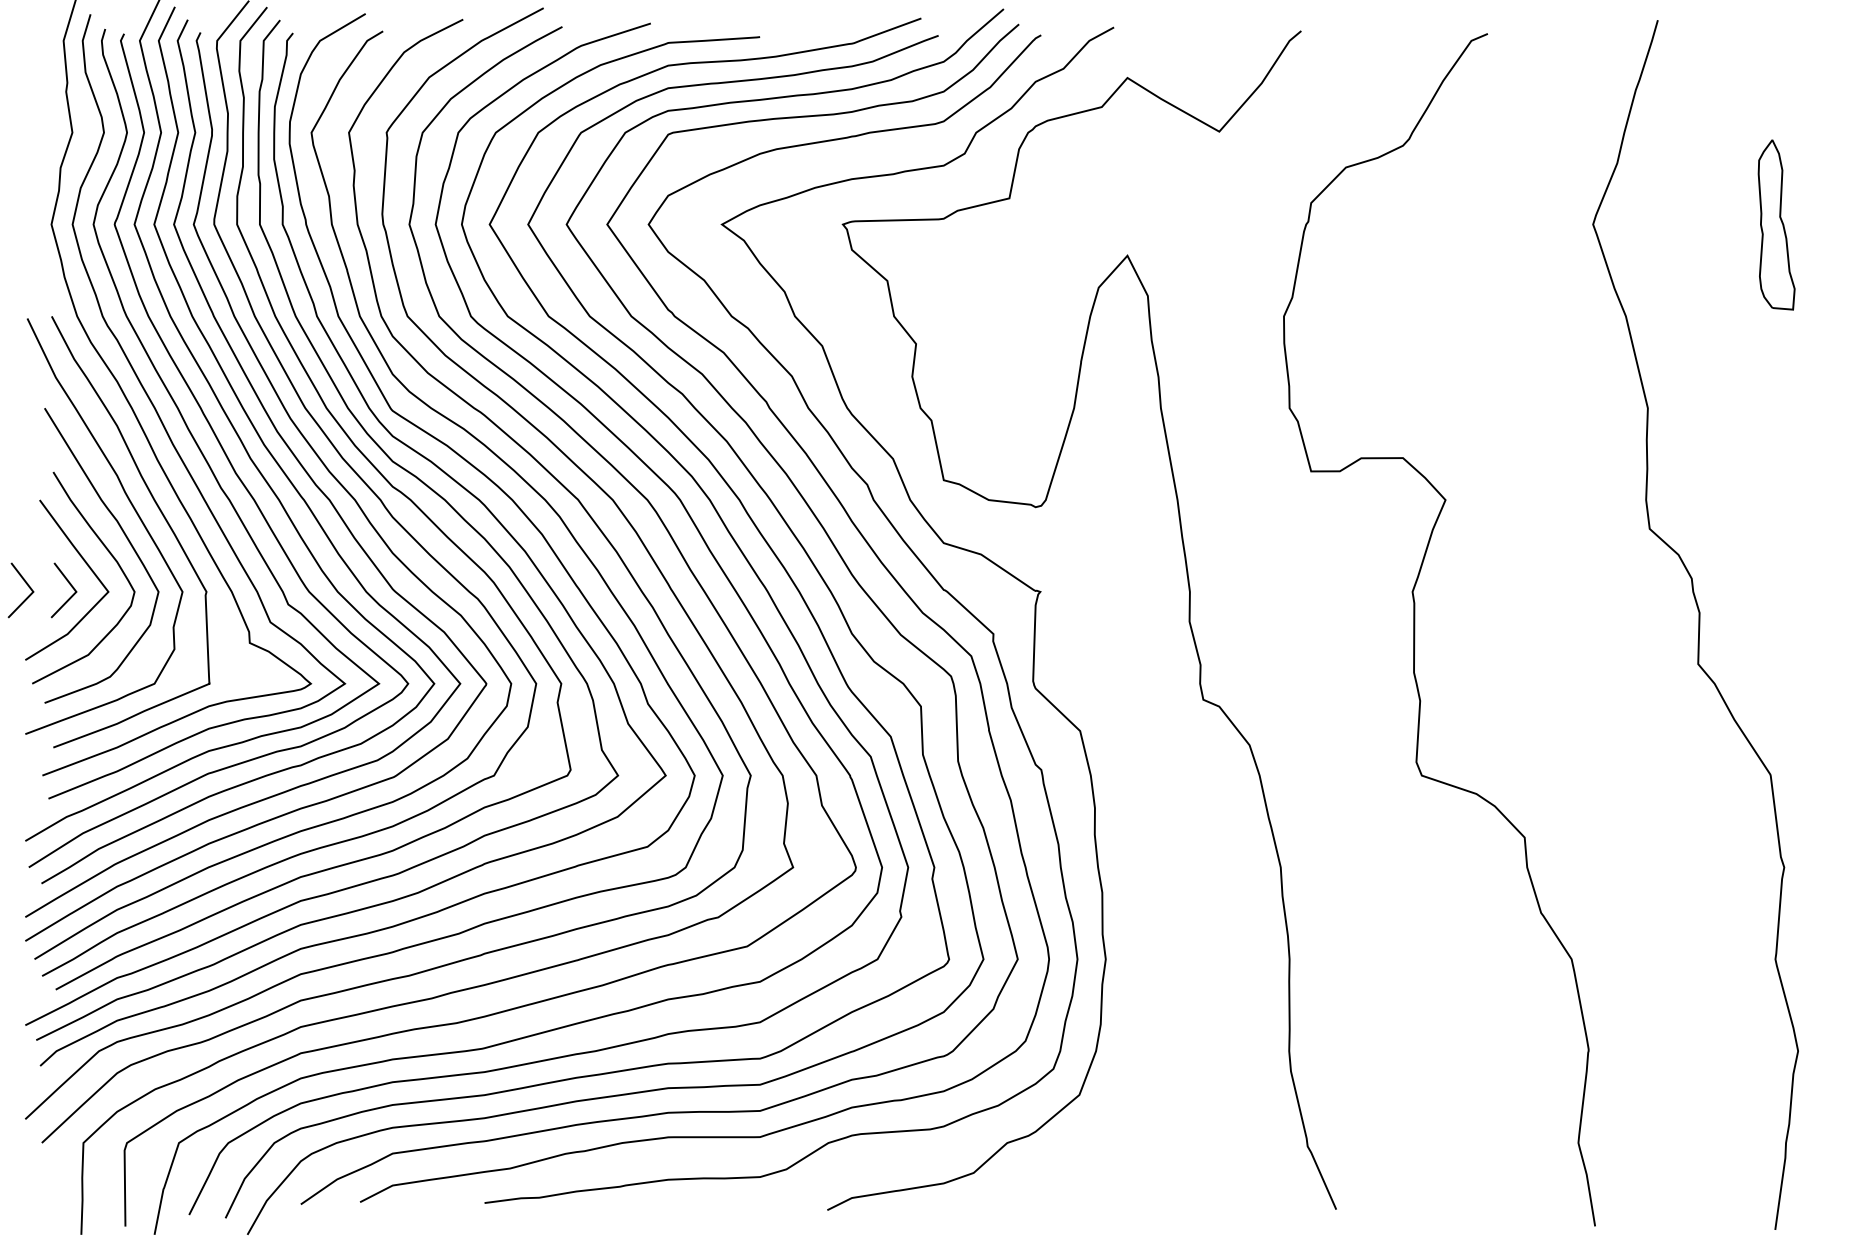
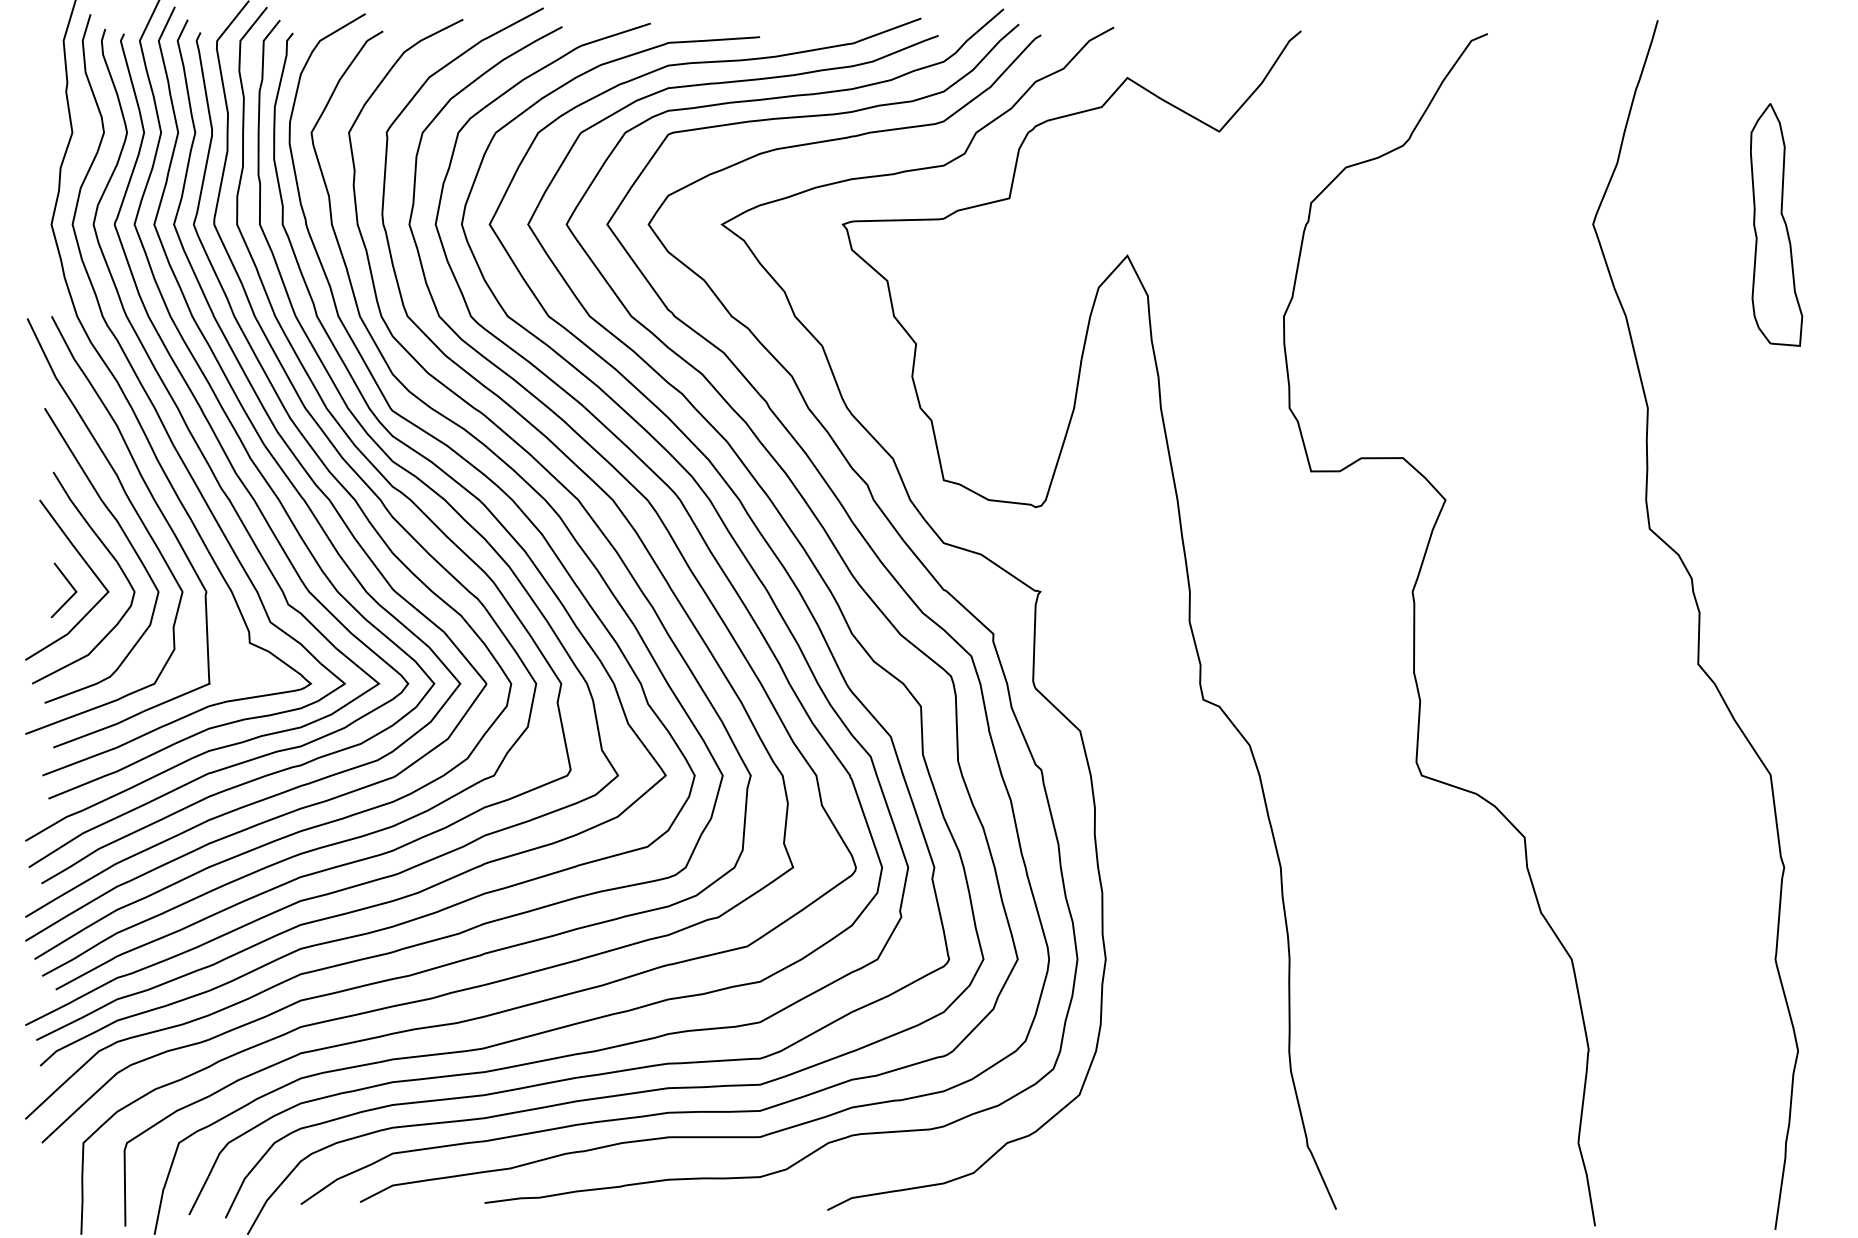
part at (1776, 224) size: 39x172 px -> 54x244 px
line at (26, 584): present -> none
